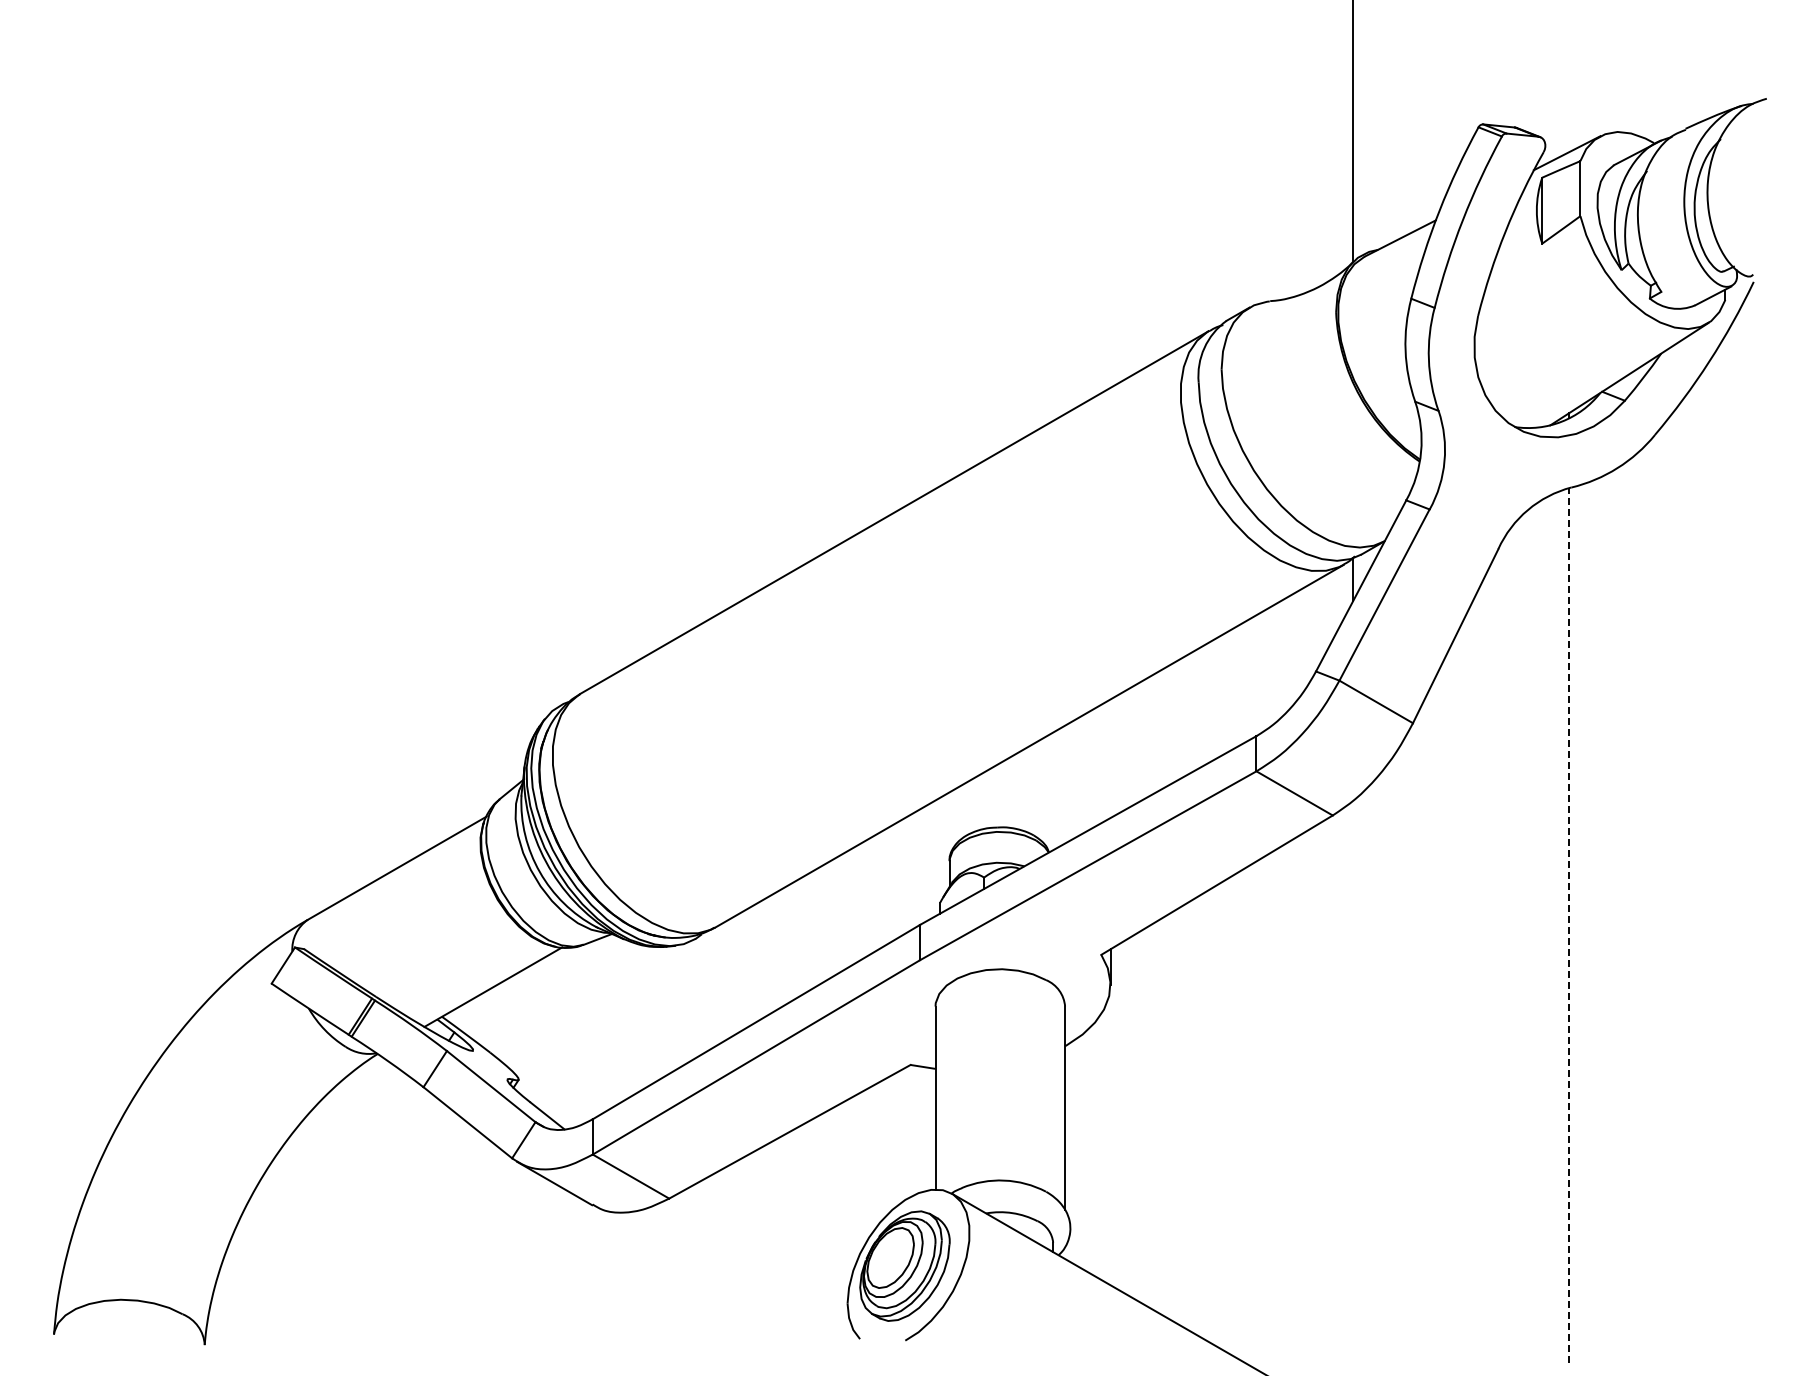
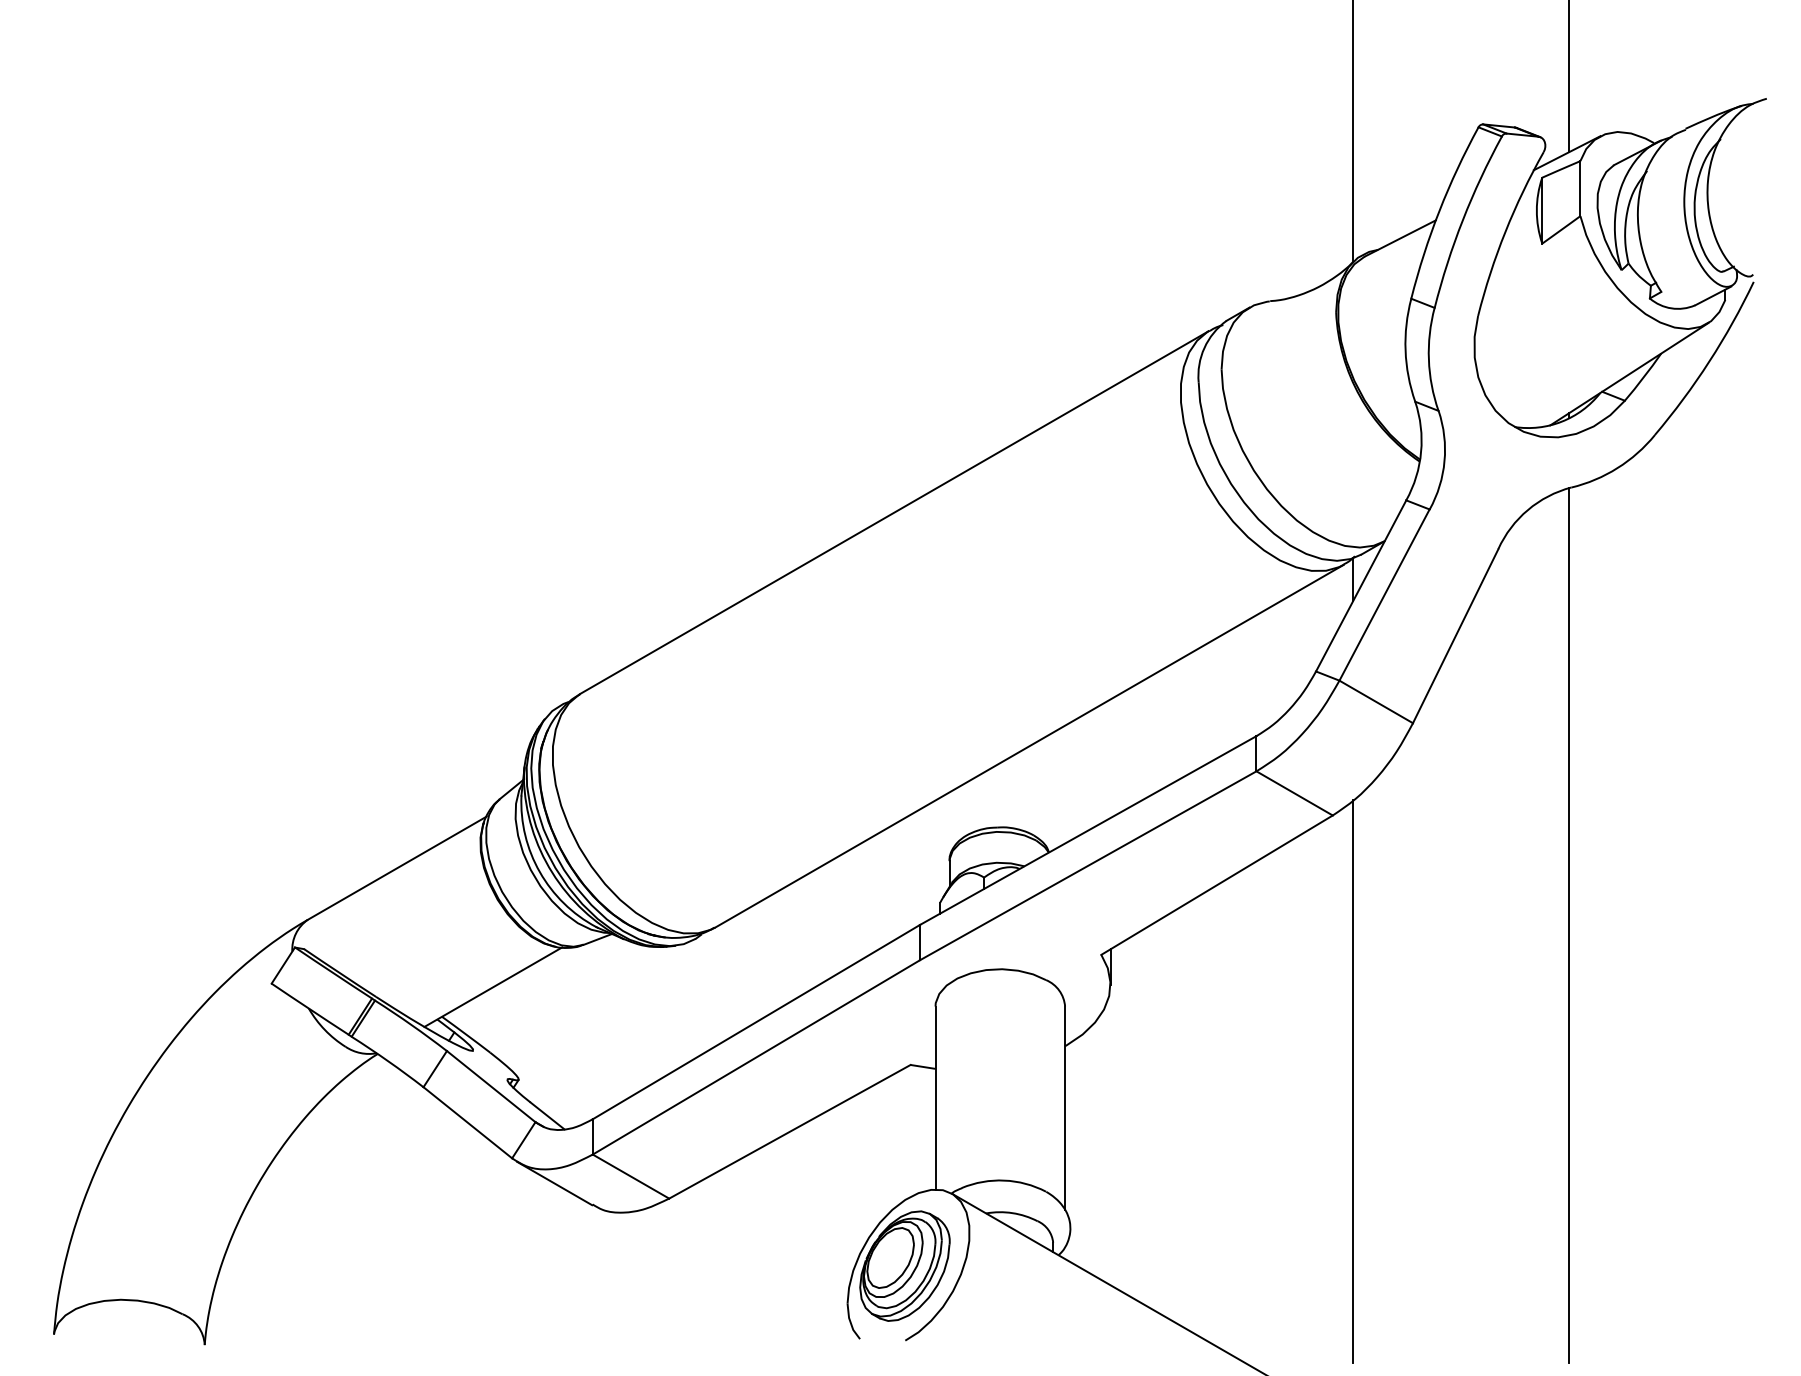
line at (1569, 77): none -> present
line at (1569, 925): dashed -> solid
line at (1353, 1081): none -> present
